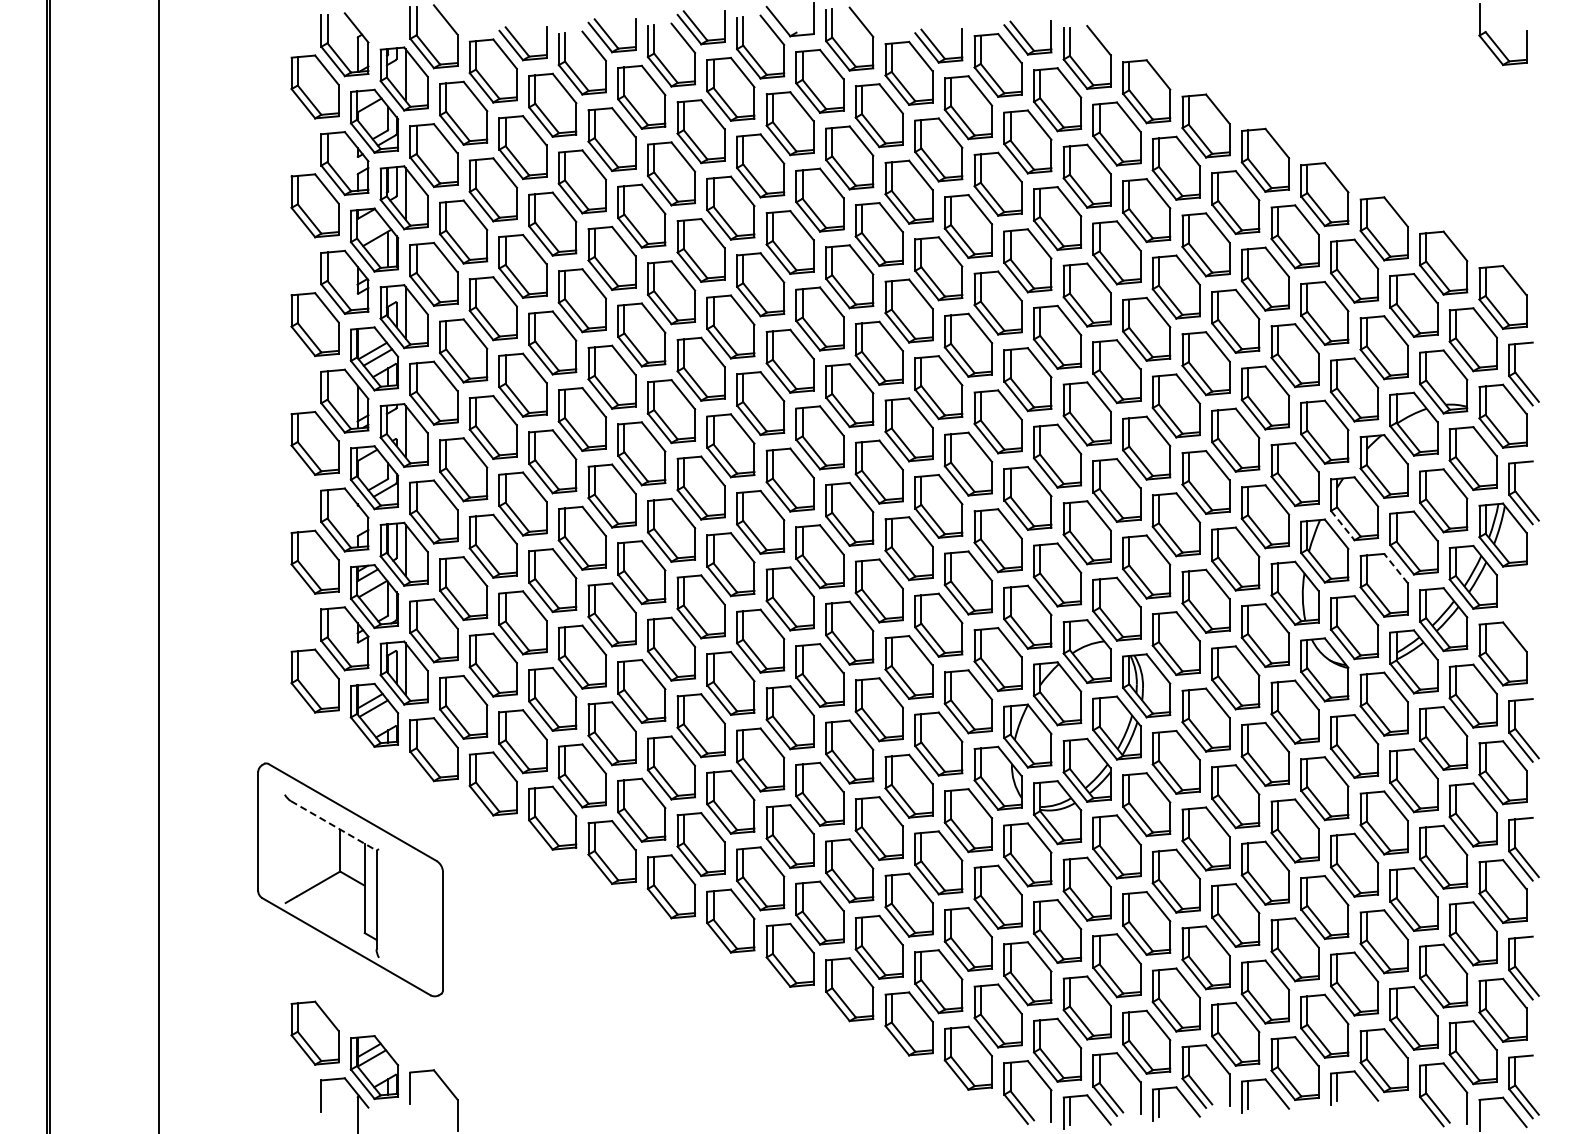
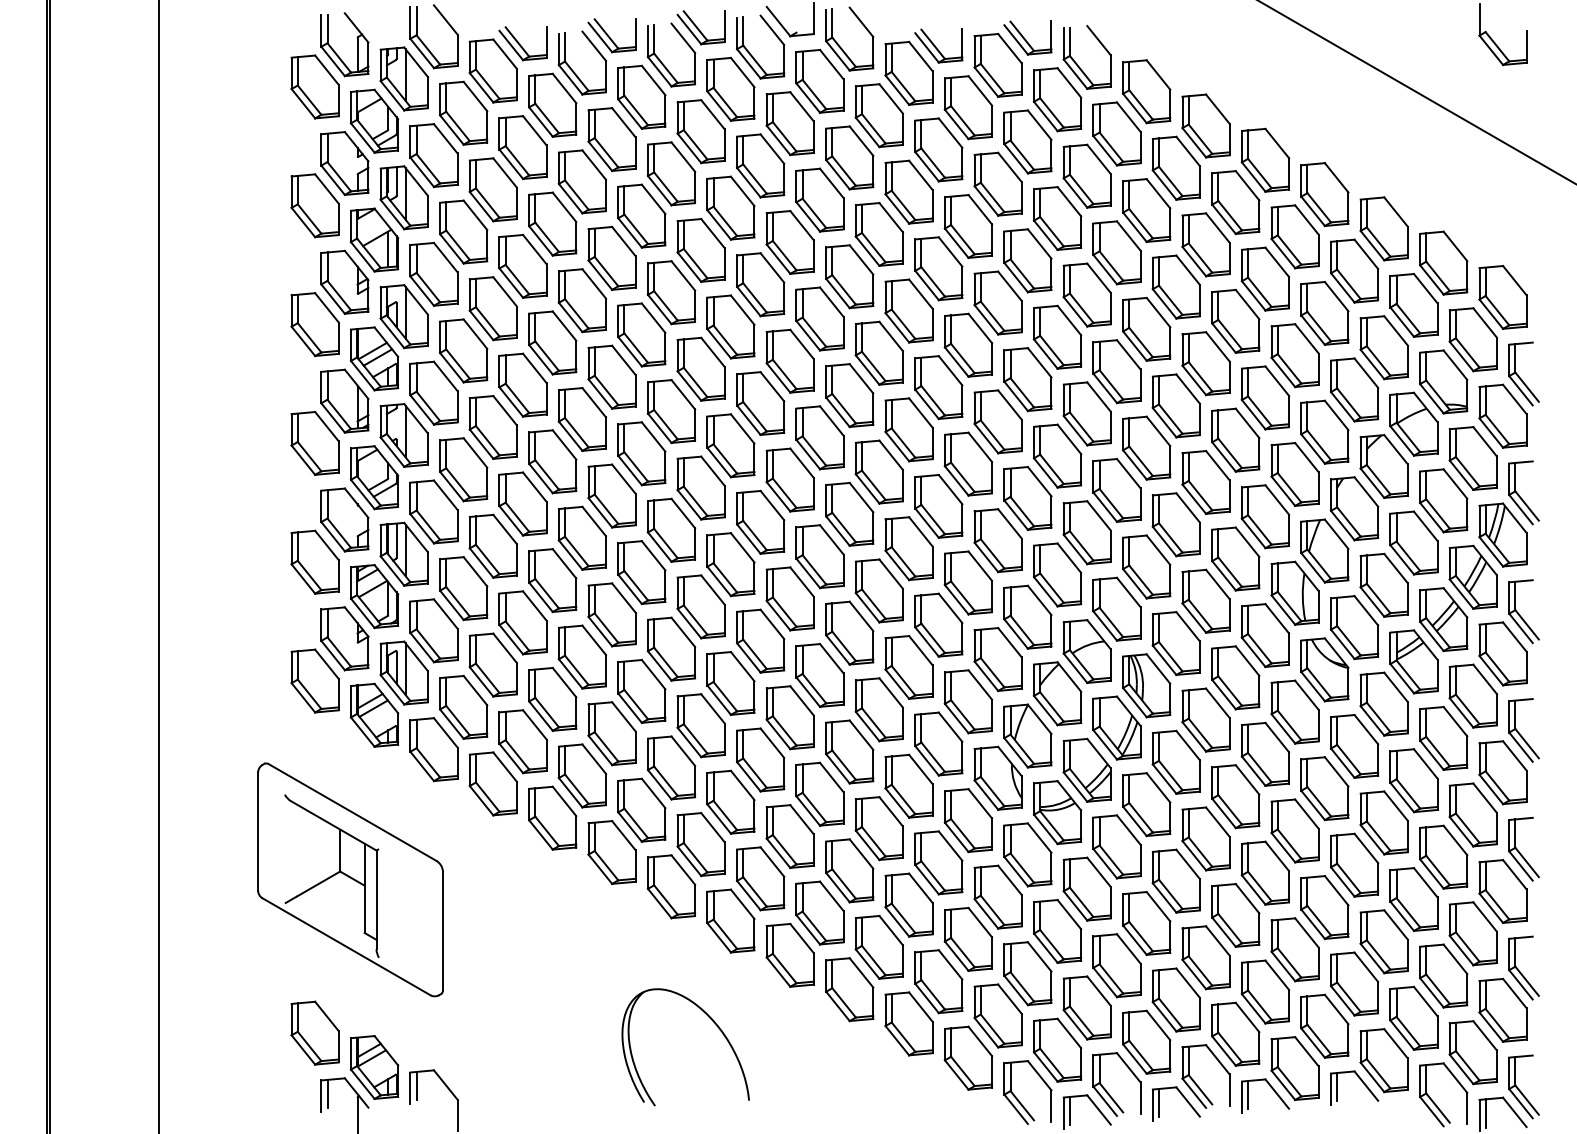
line at (1417, 92): none -> present
line at (1342, 525): dashed -> solid
line at (1396, 568): dashed -> solid
part at (1523, 611): none -> present
line at (334, 826): dashed -> solid
part at (715, 1025): none -> present
line at (416, 1085): none -> present
line at (327, 1093): none -> present
line at (1485, 1113): none -> present
